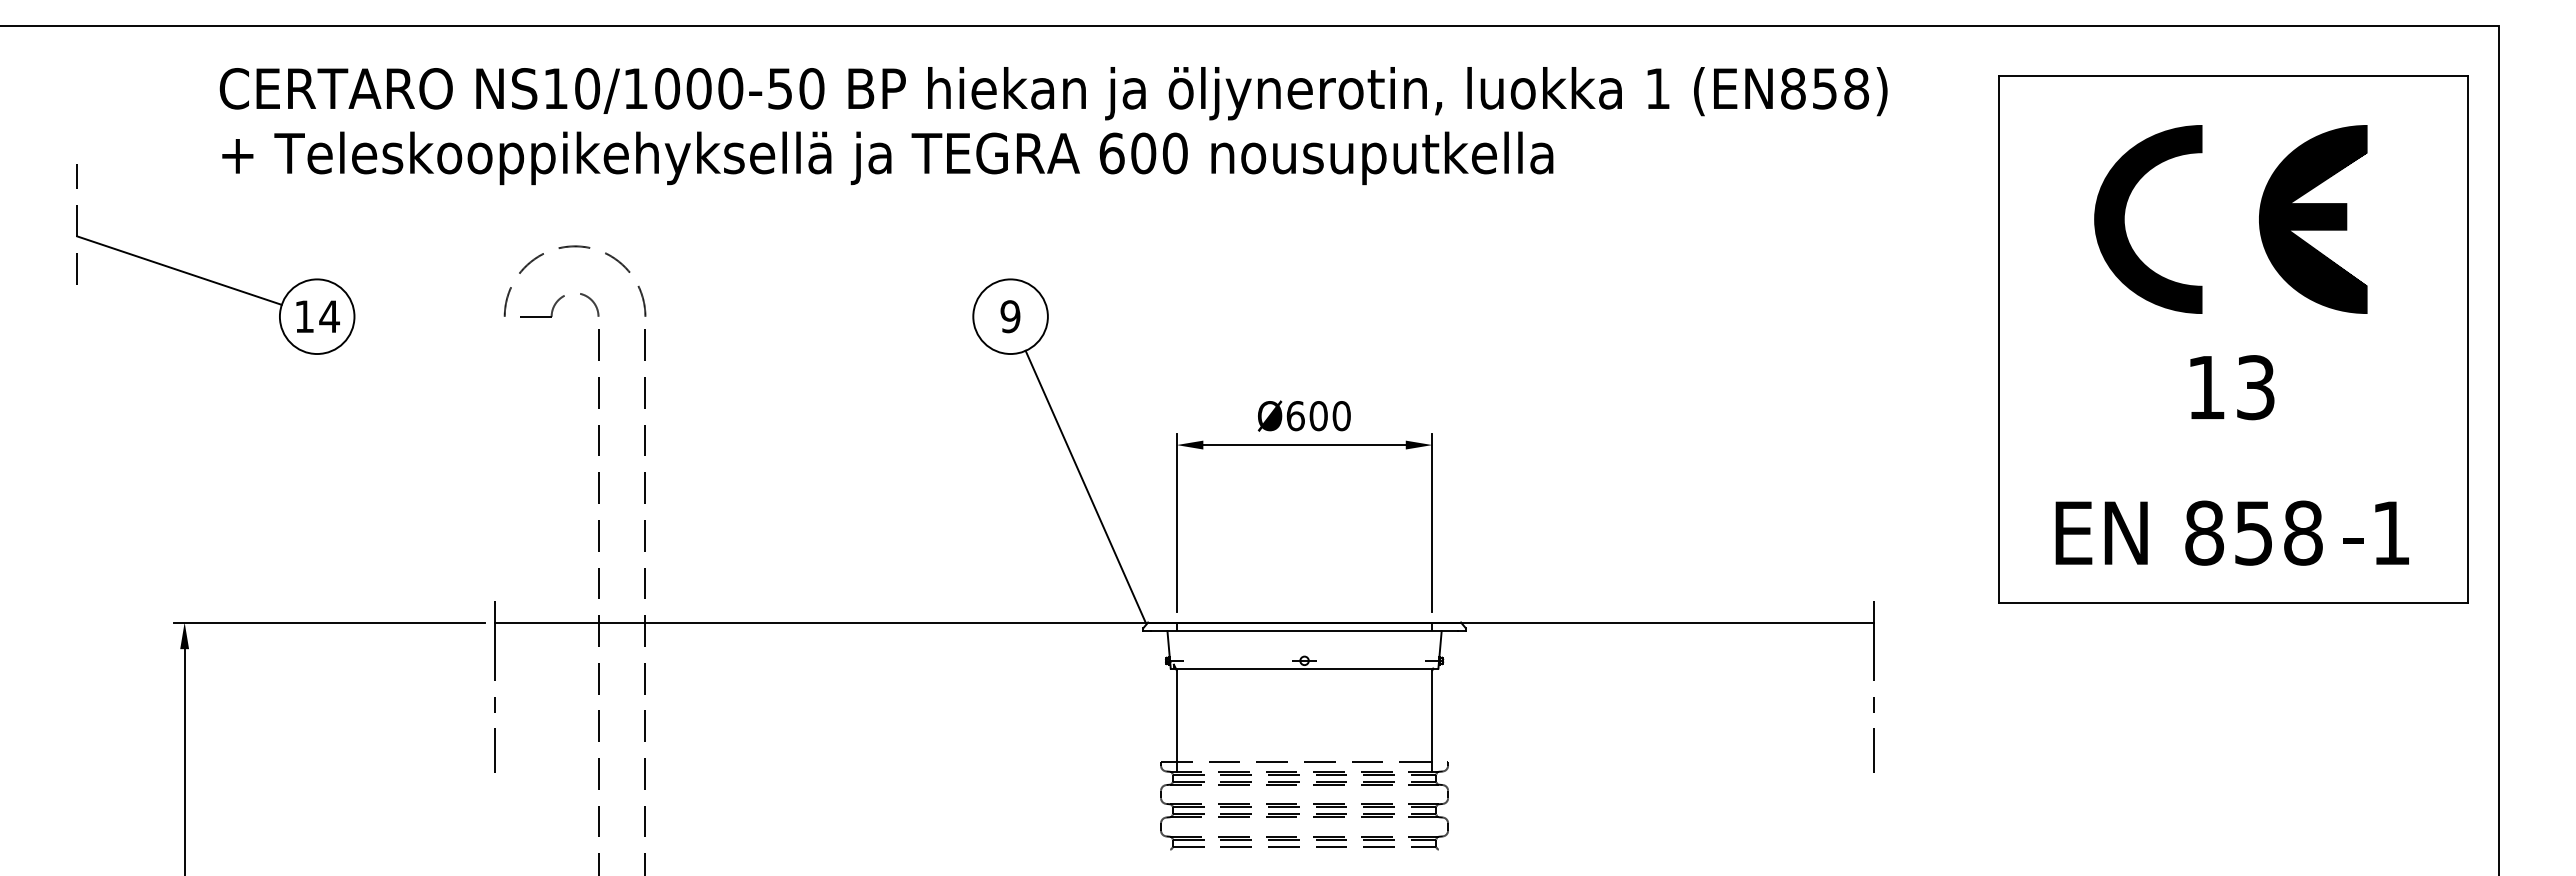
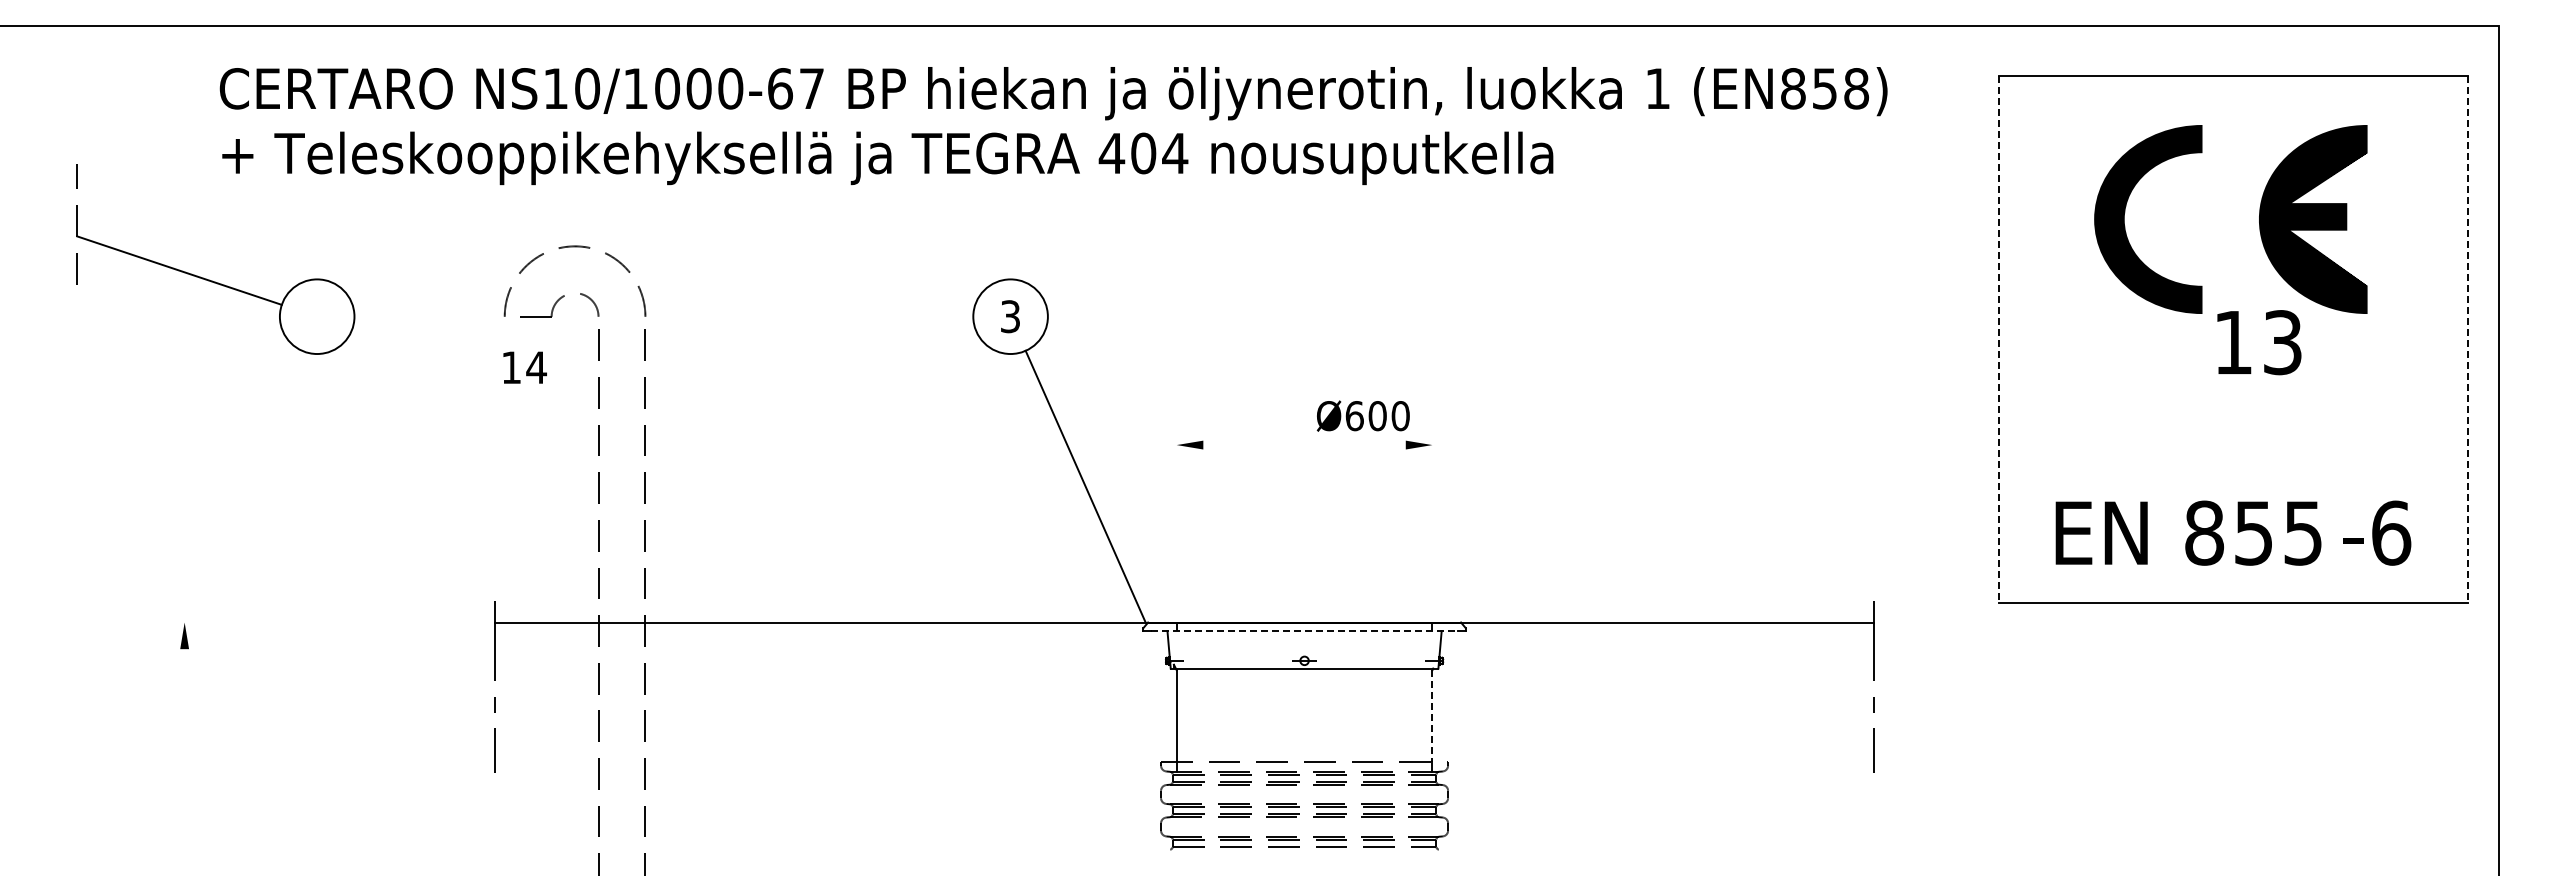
text at (796, 88): NS10/1000-50 -> NS10/1000-67
text at (1143, 153): 600 -> 404
text at (317, 316) position: (317, 316) -> (524, 367)
text at (1010, 316): 9 -> 3
line at (1999, 339): solid -> dashed
line at (2468, 339): solid -> dashed
text at (2232, 387) position: (2232, 387) -> (2259, 342)
text at (1303, 415) position: (1303, 415) -> (1362, 415)
line at (1304, 445): present -> none
line at (1176, 522): present -> none
line at (1432, 522): present -> none
text at (2303, 532): 858 -> 855
text at (2391, 532): 1 -> 6
line at (329, 622): present -> none
line at (1304, 631): solid -> dashed
line at (1432, 716): solid -> dashed
line at (184, 760): present -> none
